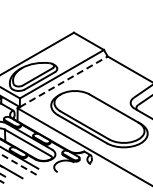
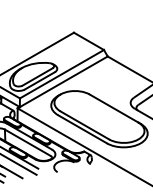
line at (63, 81): dashed -> solid
line at (18, 164): dashed -> solid
